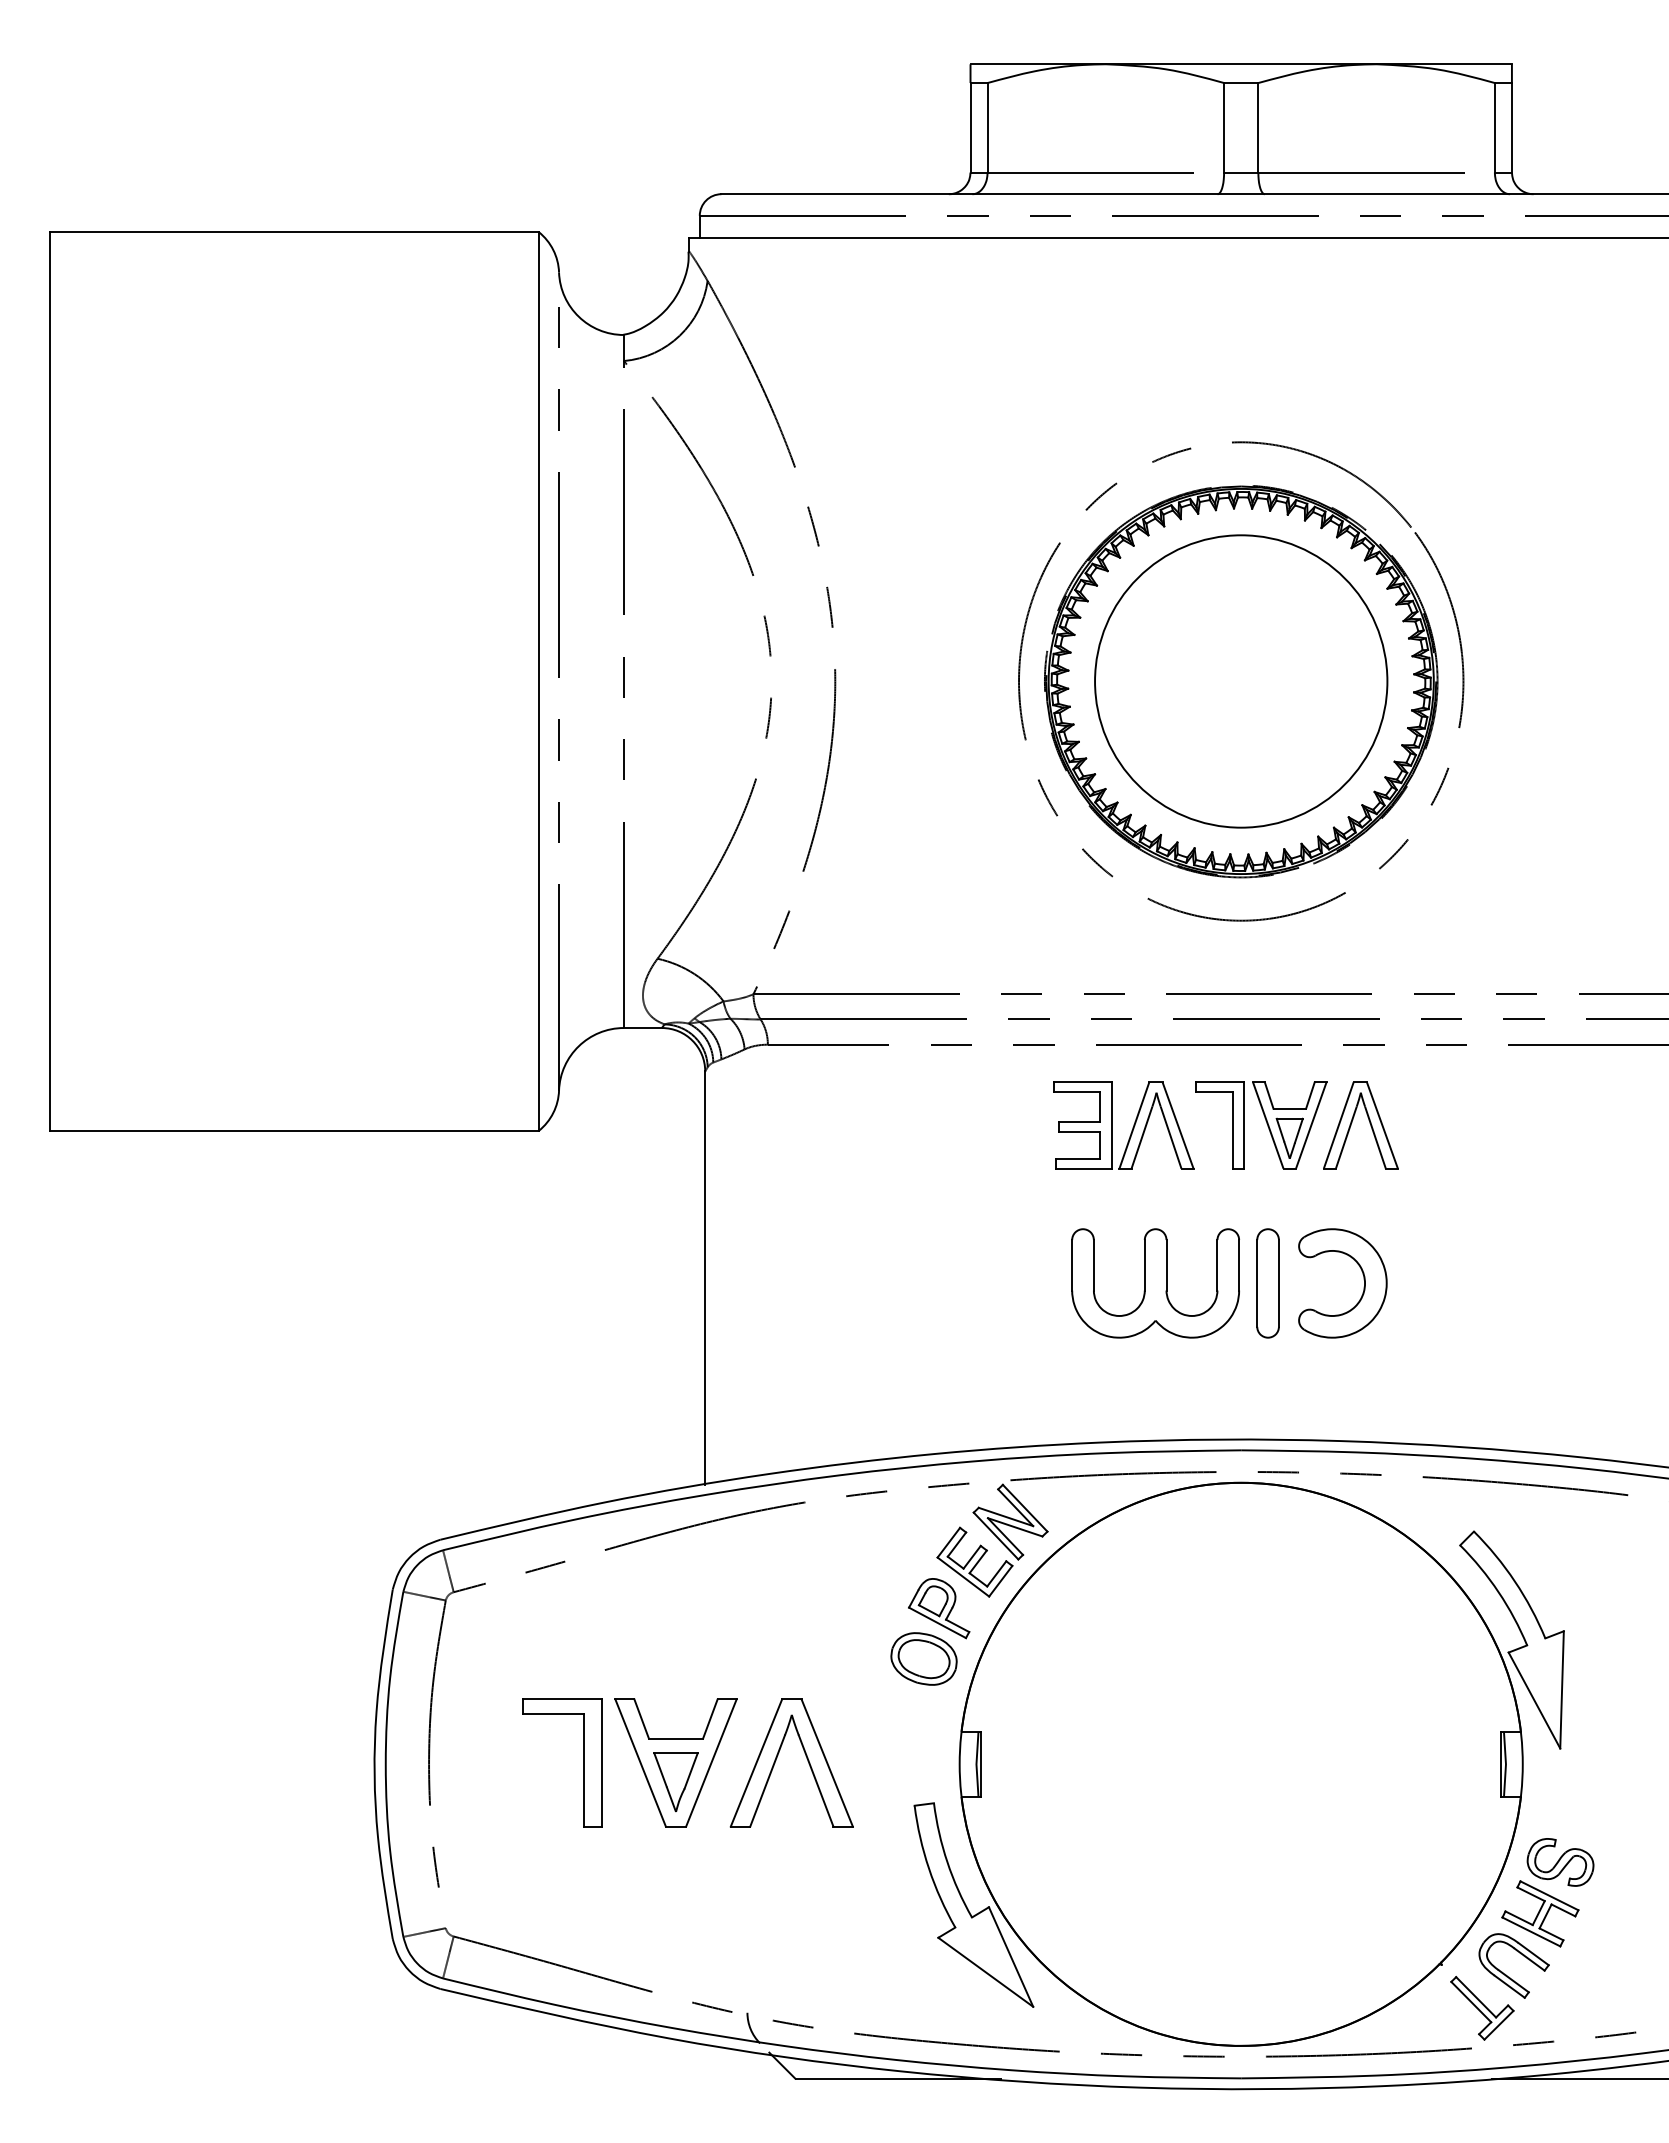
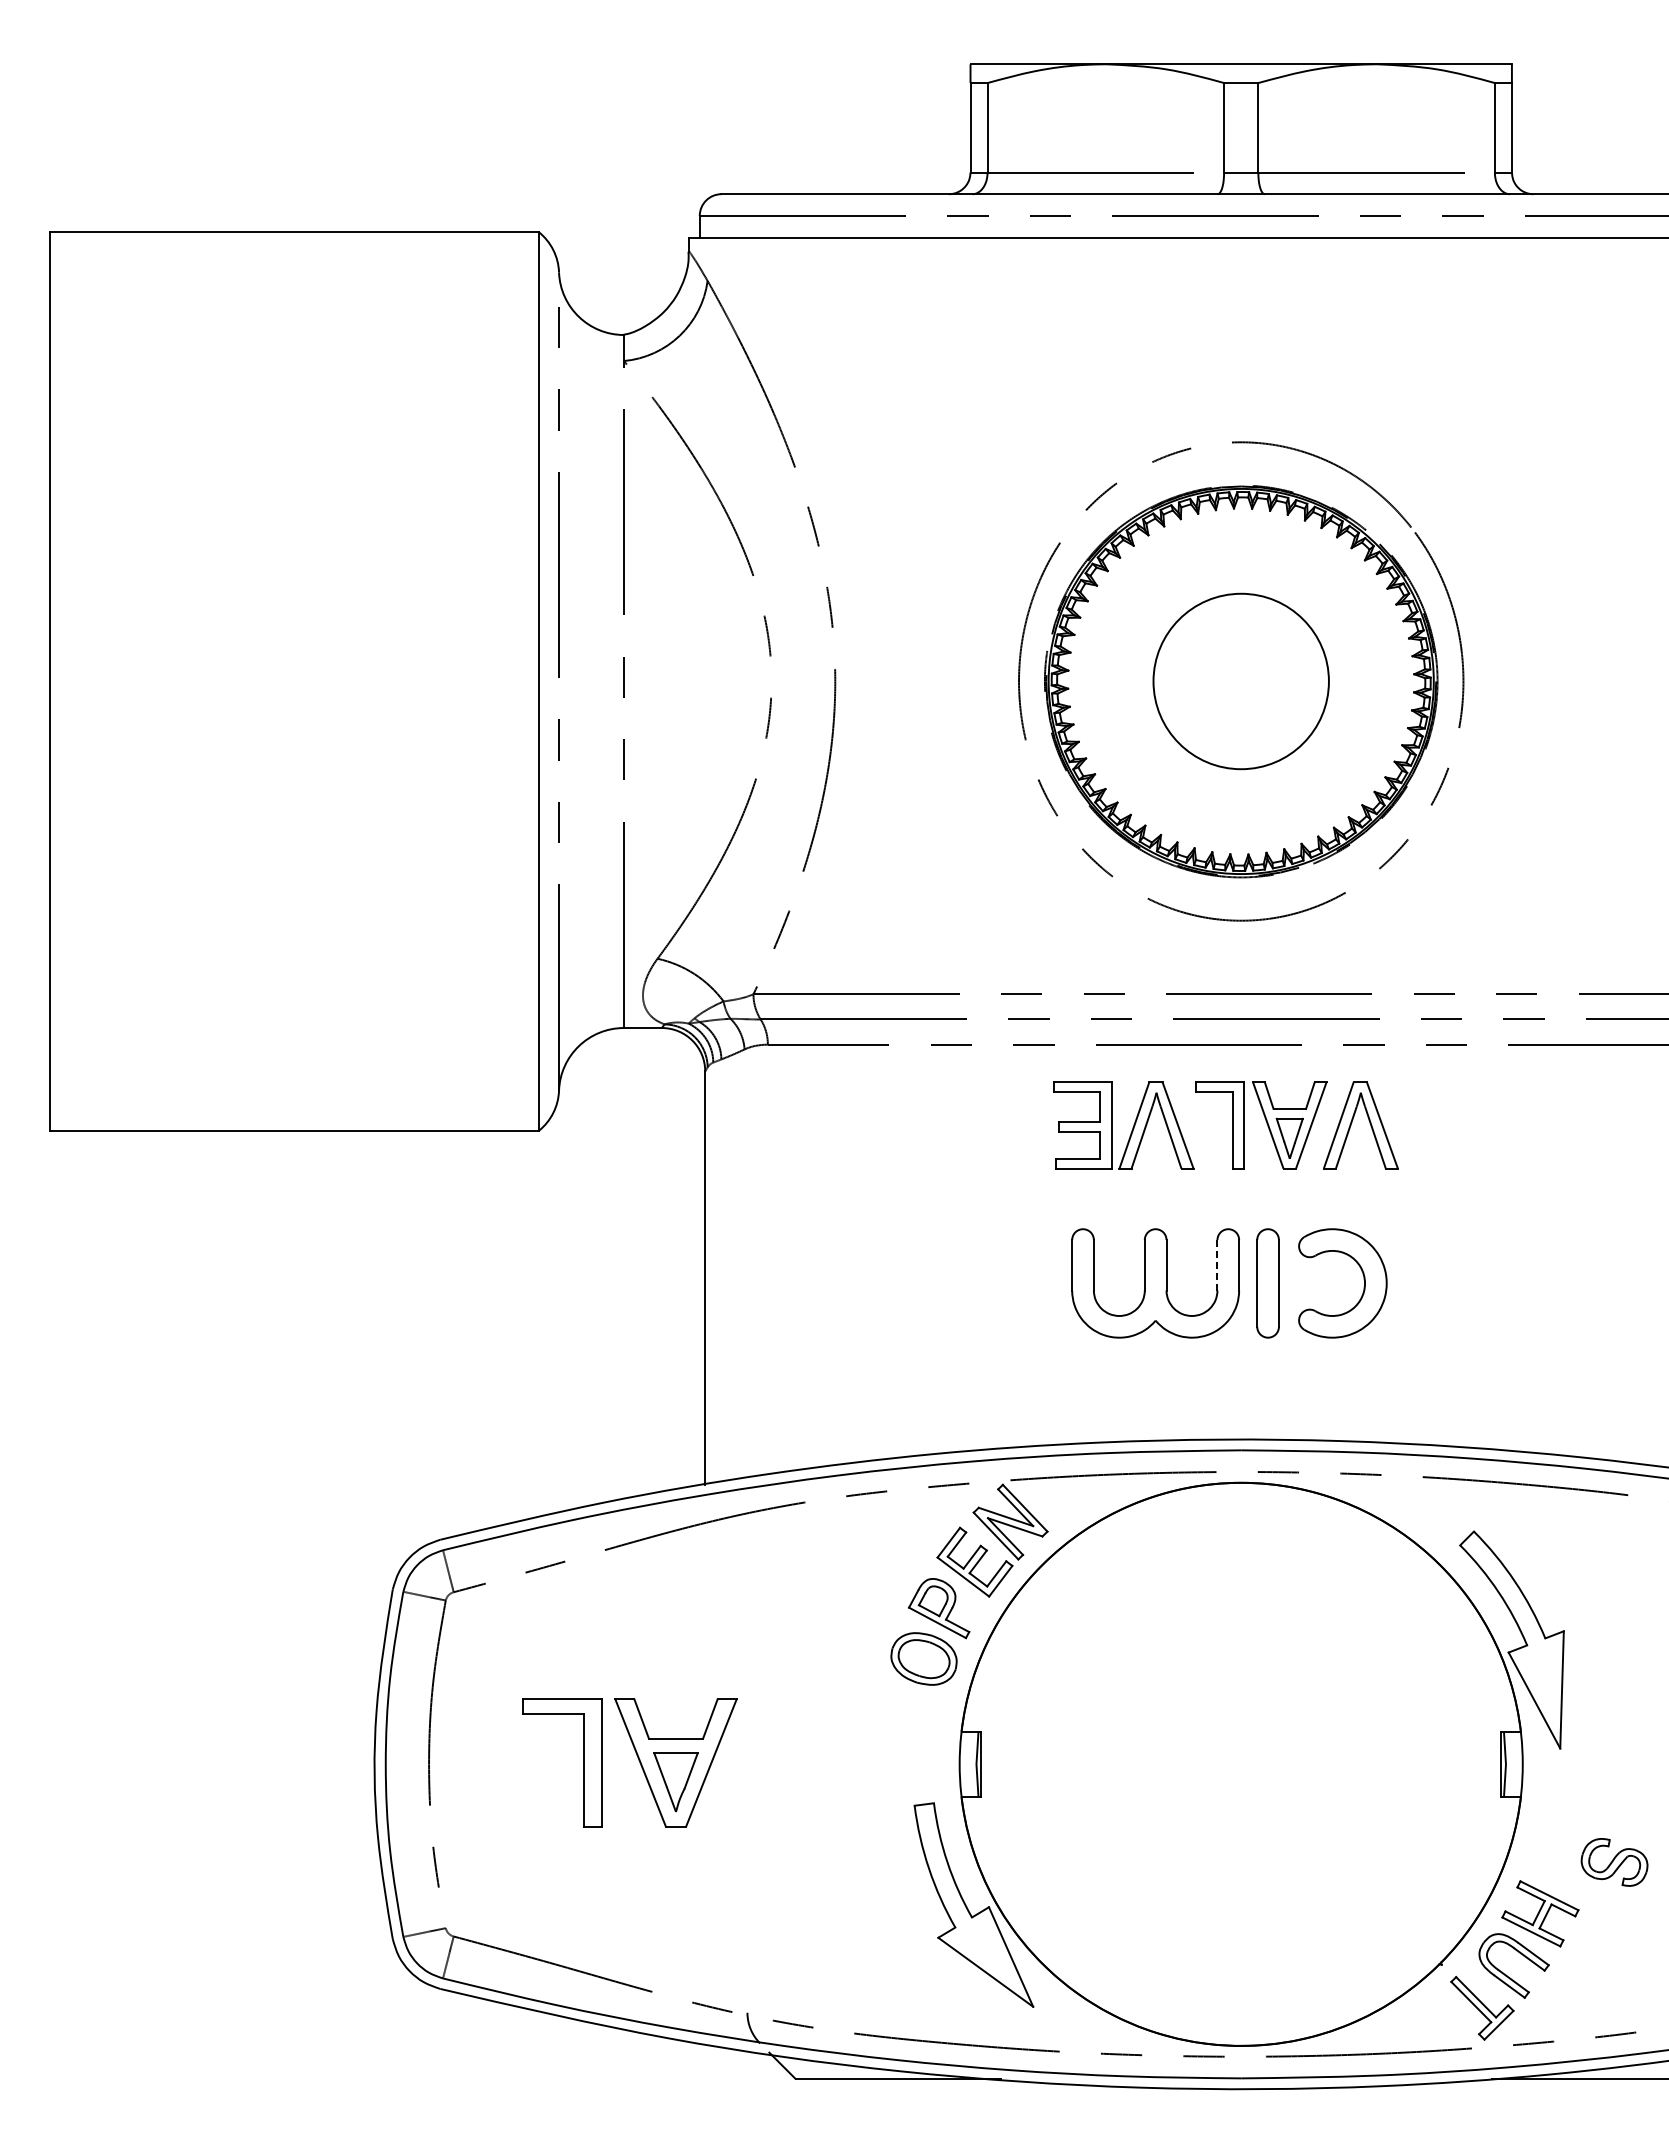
circle at (1241, 681) diameter: 292 px -> 175 px
line at (1217, 1264): solid -> dashed
part at (777, 1758): present -> none
part at (1560, 1862) position: (1560, 1862) -> (1614, 1862)
